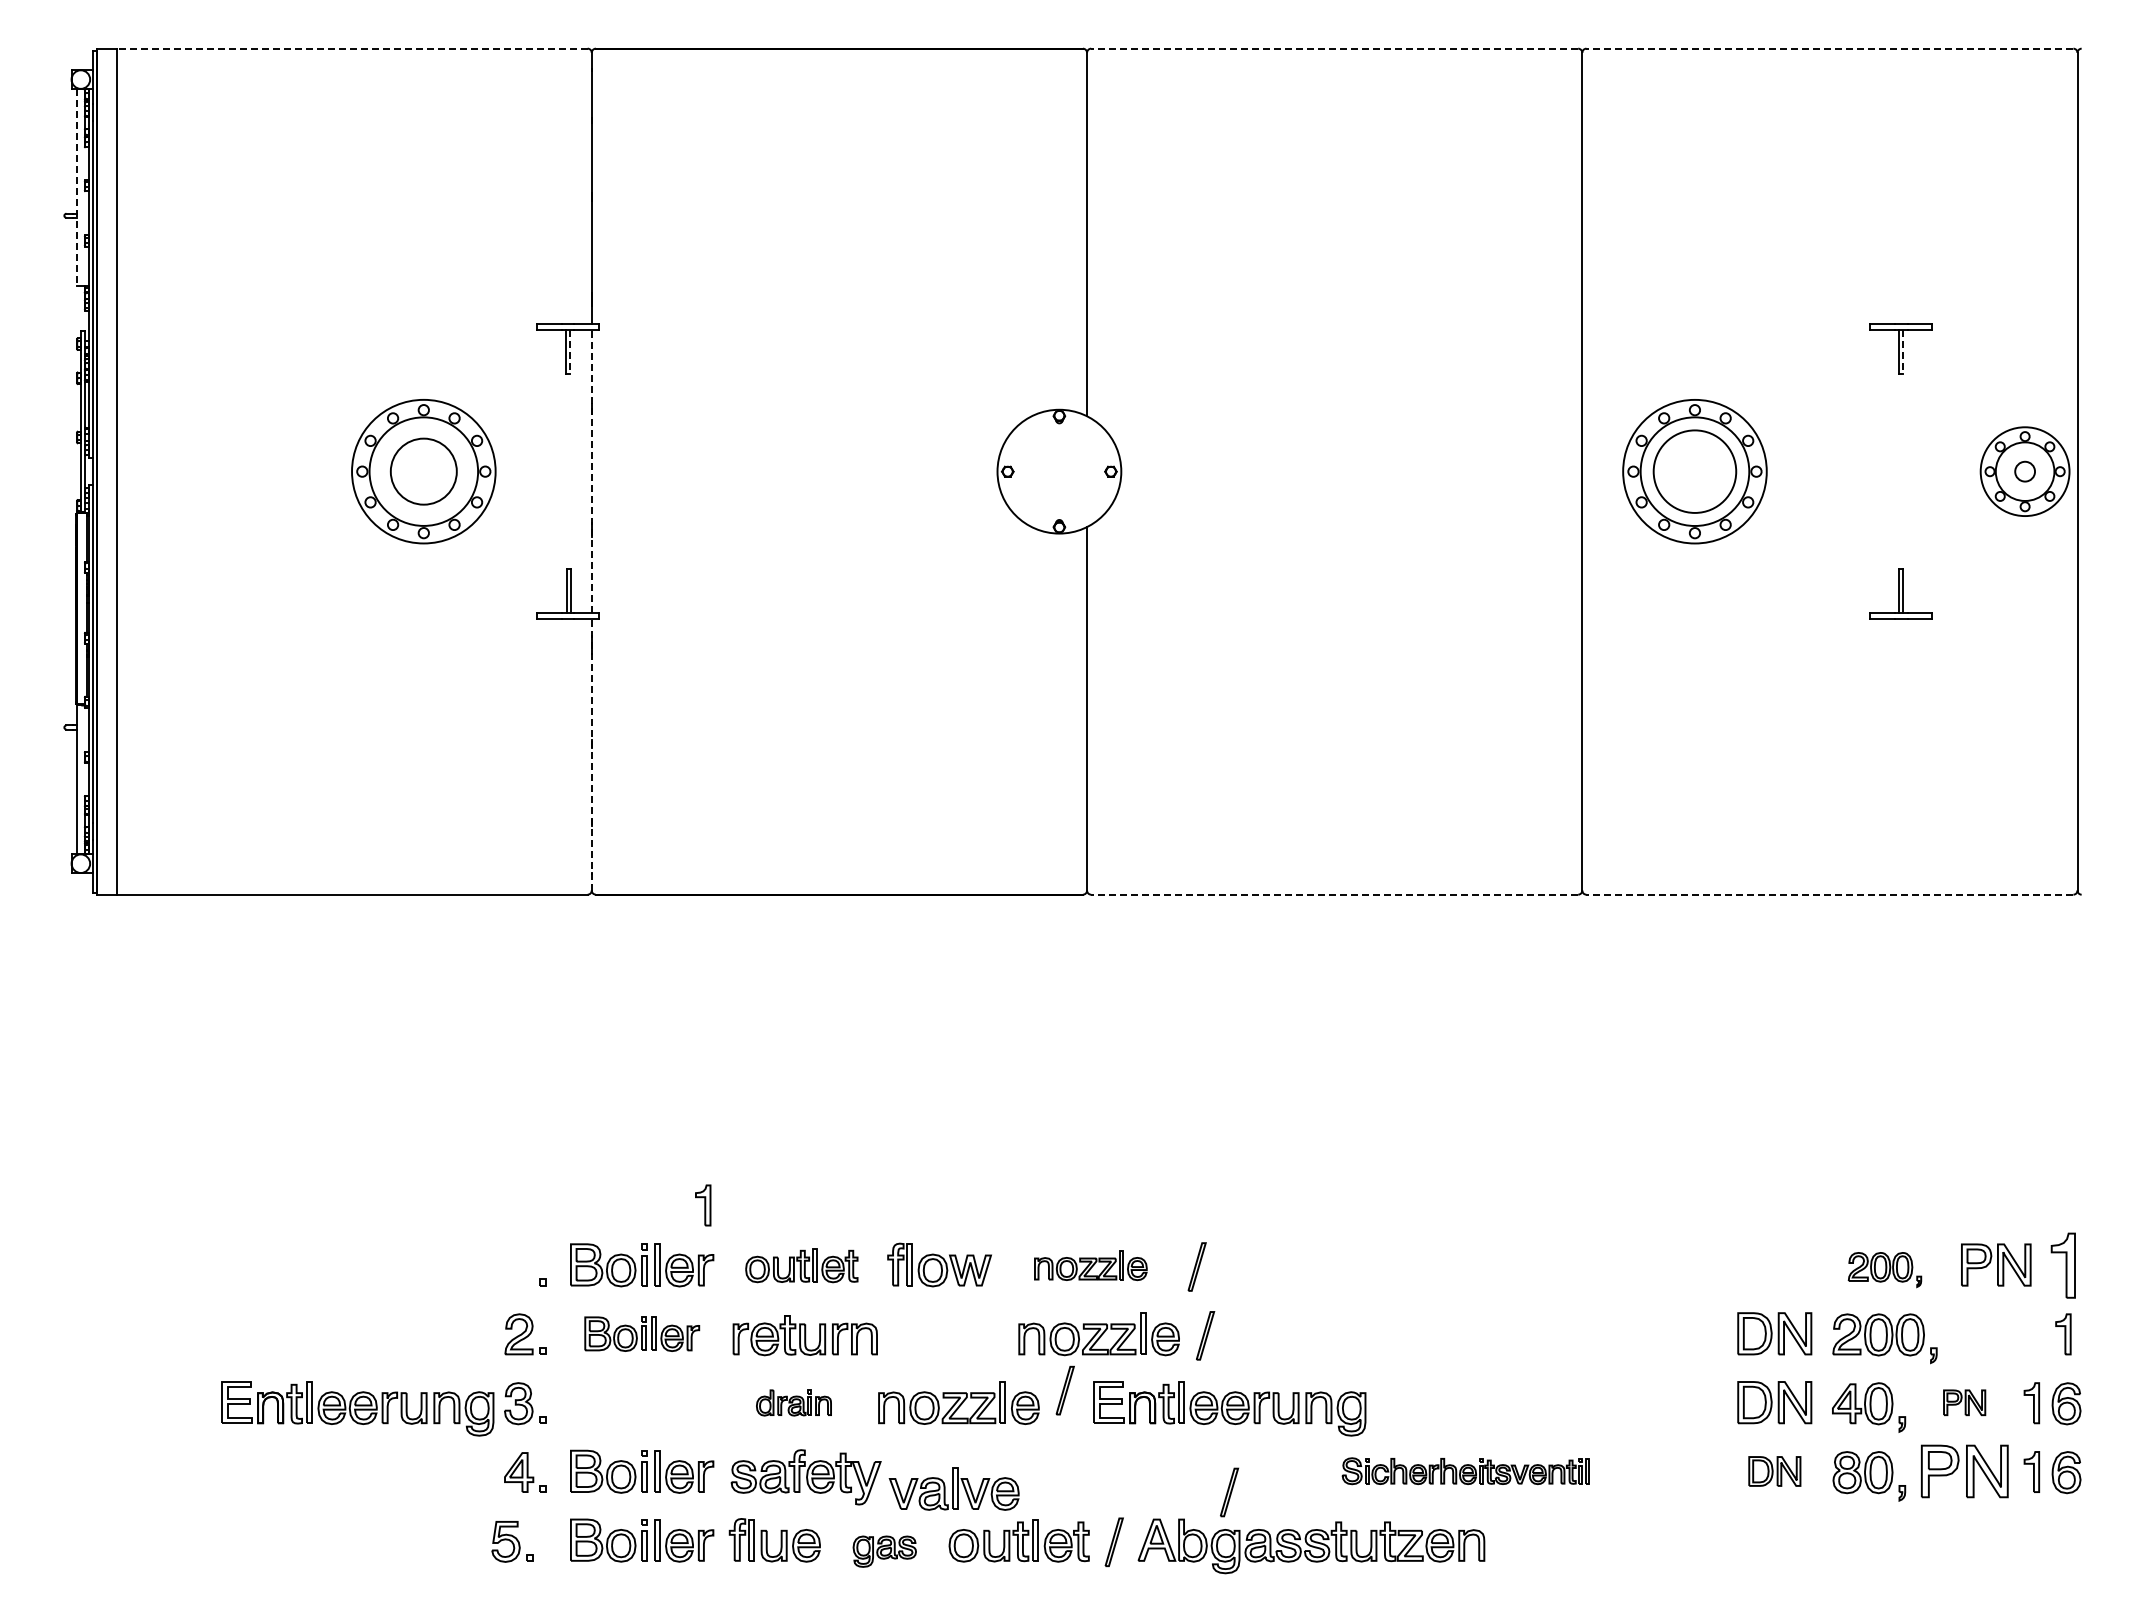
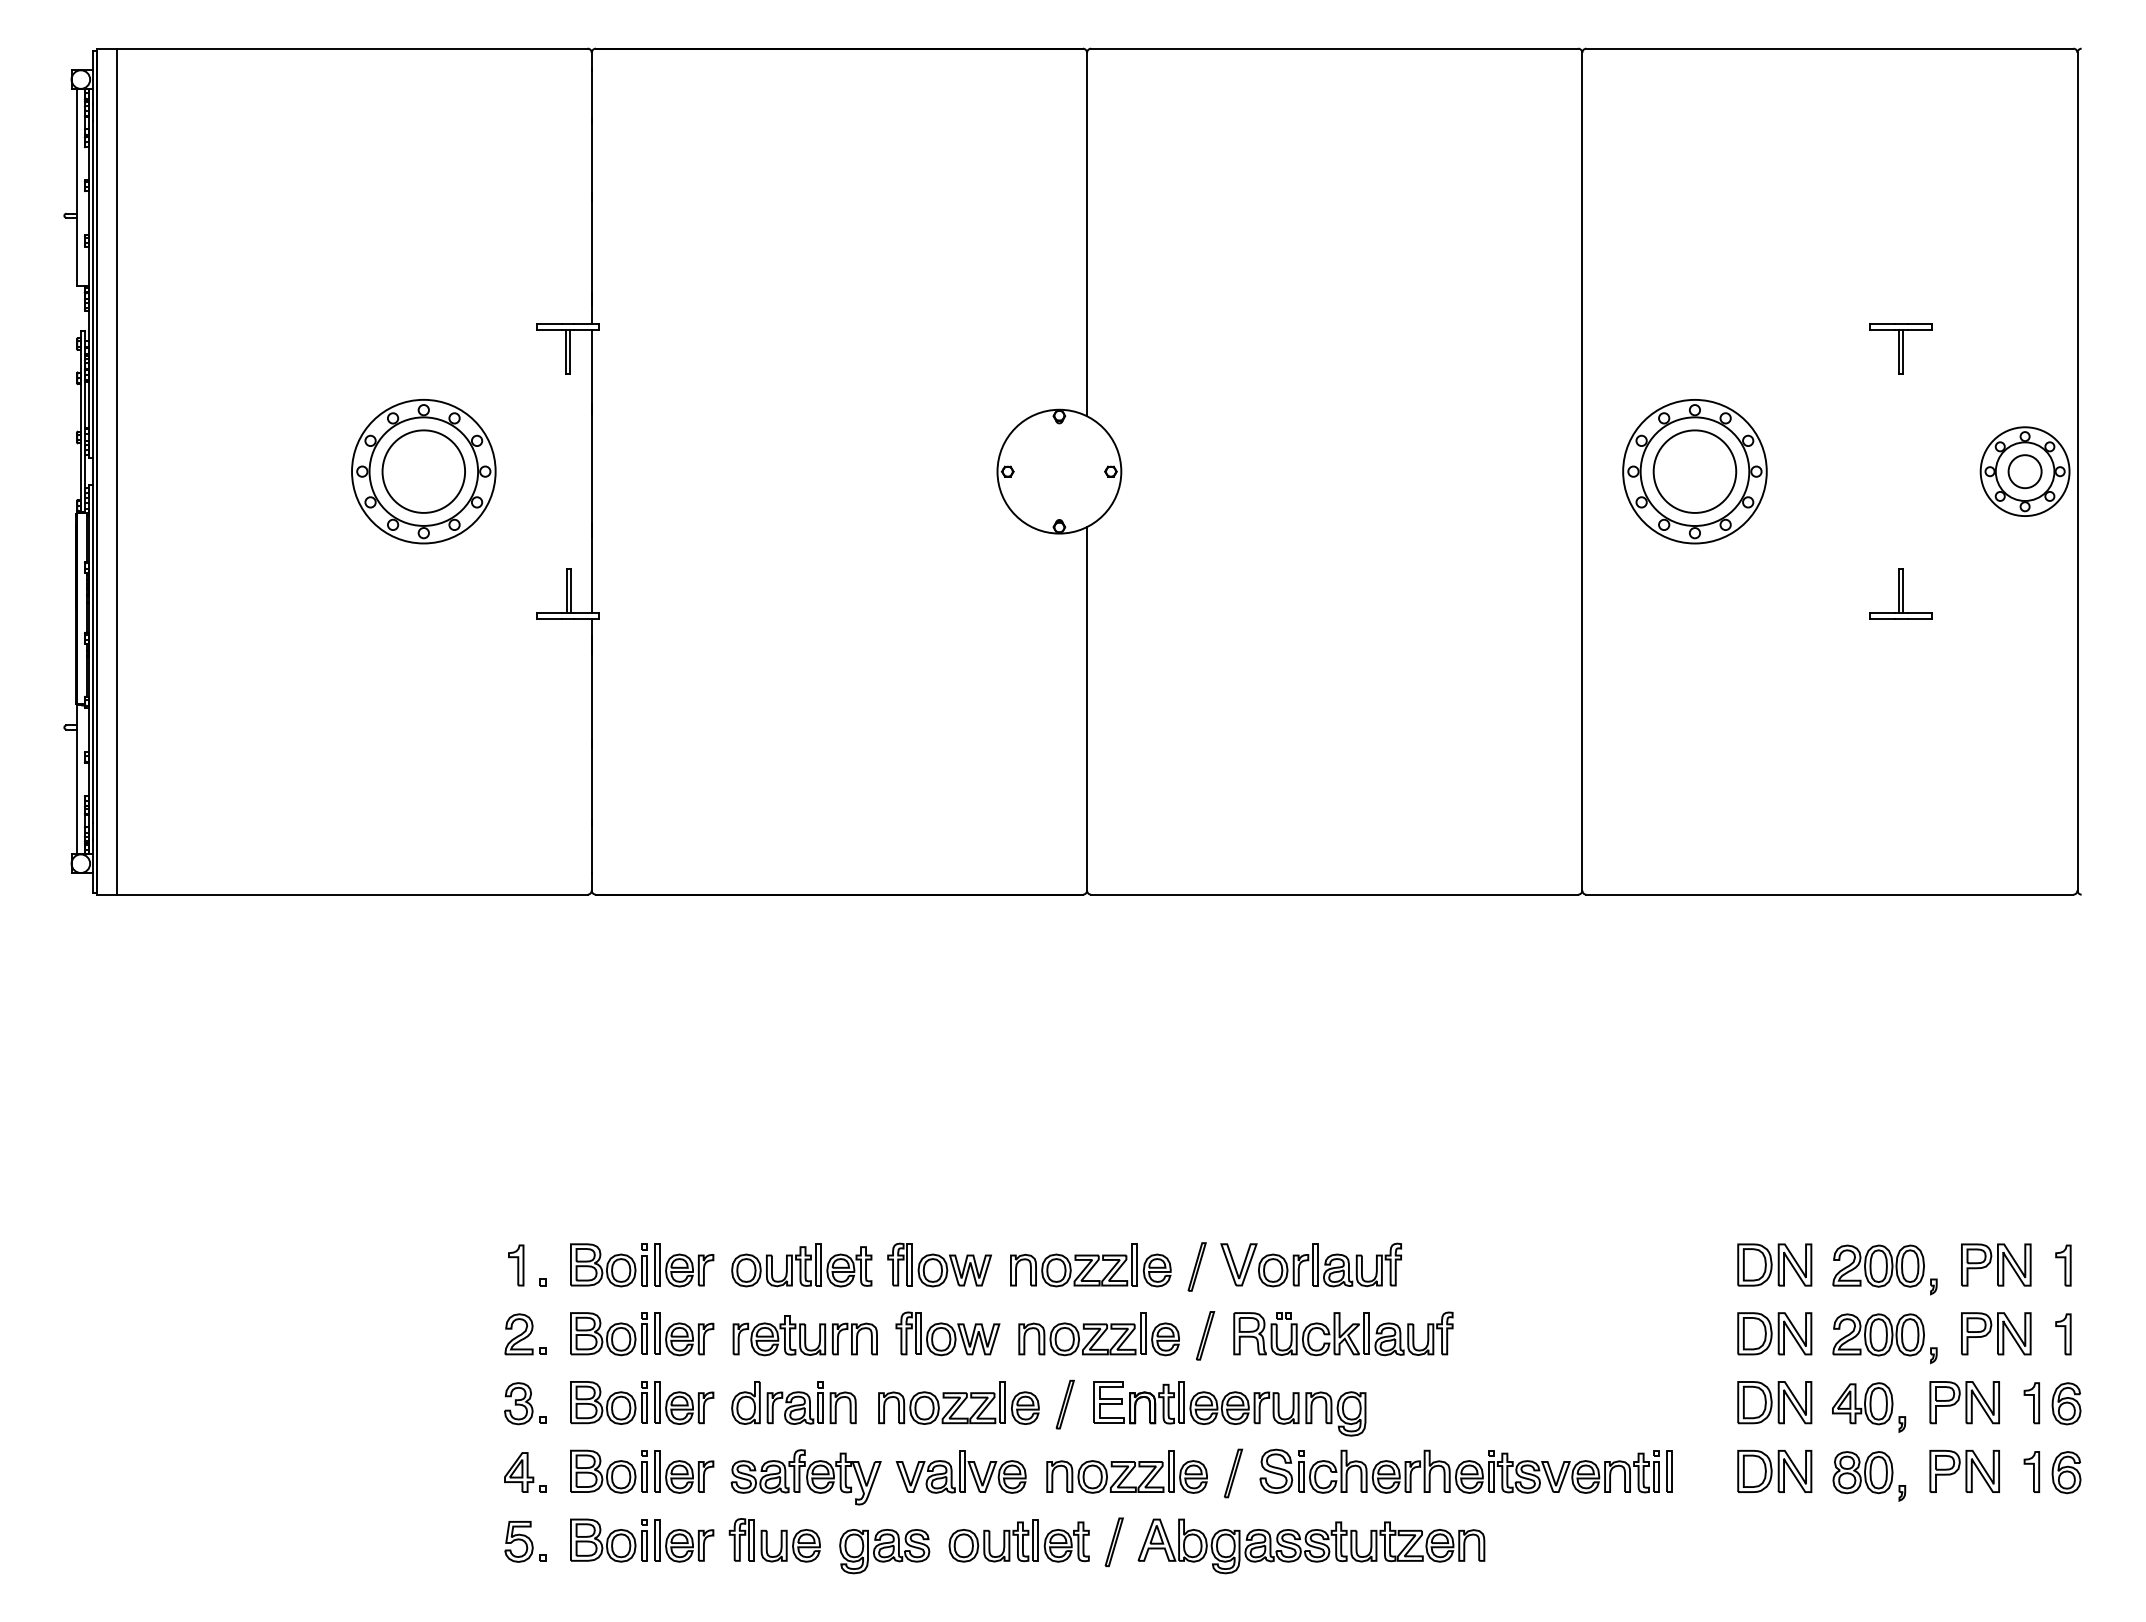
line at (351, 48): dashed -> solid
line at (1334, 48): dashed -> solid
line at (1829, 48): dashed -> solid
line at (76, 187): dashed -> solid
line at (570, 352): dashed -> solid
line at (1903, 352): dashed -> solid
circle at (423, 471) diameter: 66 px -> 83 px
line at (591, 471): dashed -> solid
circle at (2025, 471) diameter: 20 px -> 33 px
line at (591, 754): dashed -> solid
line at (1334, 894): dashed -> solid
line at (1829, 894): dashed -> solid
part at (703, 1205) position: (703, 1205) -> (516, 1265)
part at (1310, 1264): none -> present
part at (1774, 1264): none -> present
part at (801, 1265) size: 114x36 px -> 142x45 px
part at (1090, 1265) size: 114x32 px -> 162x45 px
part at (2062, 1265) size: 26x67 px -> 17x43 px
part at (1884, 1270) size: 76x37 px -> 106x52 px
part at (642, 1333) size: 117x36 px -> 145x45 px
part at (947, 1333): none -> present
part at (1343, 1333): none -> present
part at (1996, 1333): none -> present
part at (1064, 1390) position: (1064, 1390) -> (1064, 1404)
part at (642, 1402): none -> present
part at (793, 1402) size: 76x28 px -> 126x44 px
part at (1964, 1402) size: 44x28 px -> 71x44 px
part at (357, 1408): present -> none
part at (1126, 1471): none -> present
part at (1465, 1471) size: 249x29 px -> 414x46 px
part at (1774, 1471) size: 54x31 px -> 76x43 px
part at (1964, 1471) size: 88x55 px -> 71x43 px
part at (953, 1488) position: (953, 1488) -> (960, 1471)
part at (1229, 1492) position: (1229, 1492) -> (1233, 1473)
part at (512, 1541) position: (512, 1541) -> (525, 1541)
part at (884, 1551) size: 65x33 px -> 92x46 px
